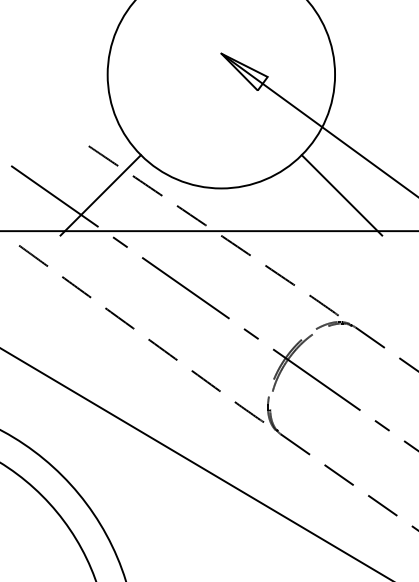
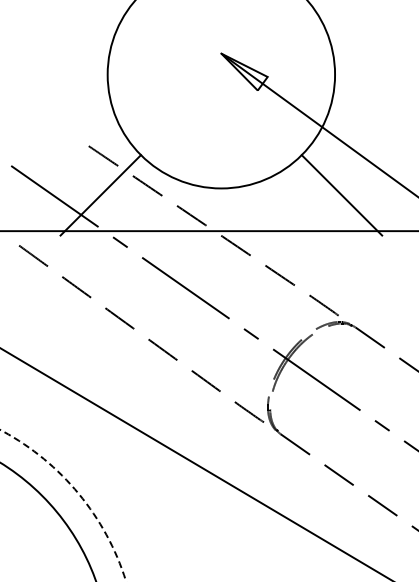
circle at (63, 505): solid -> dashed
